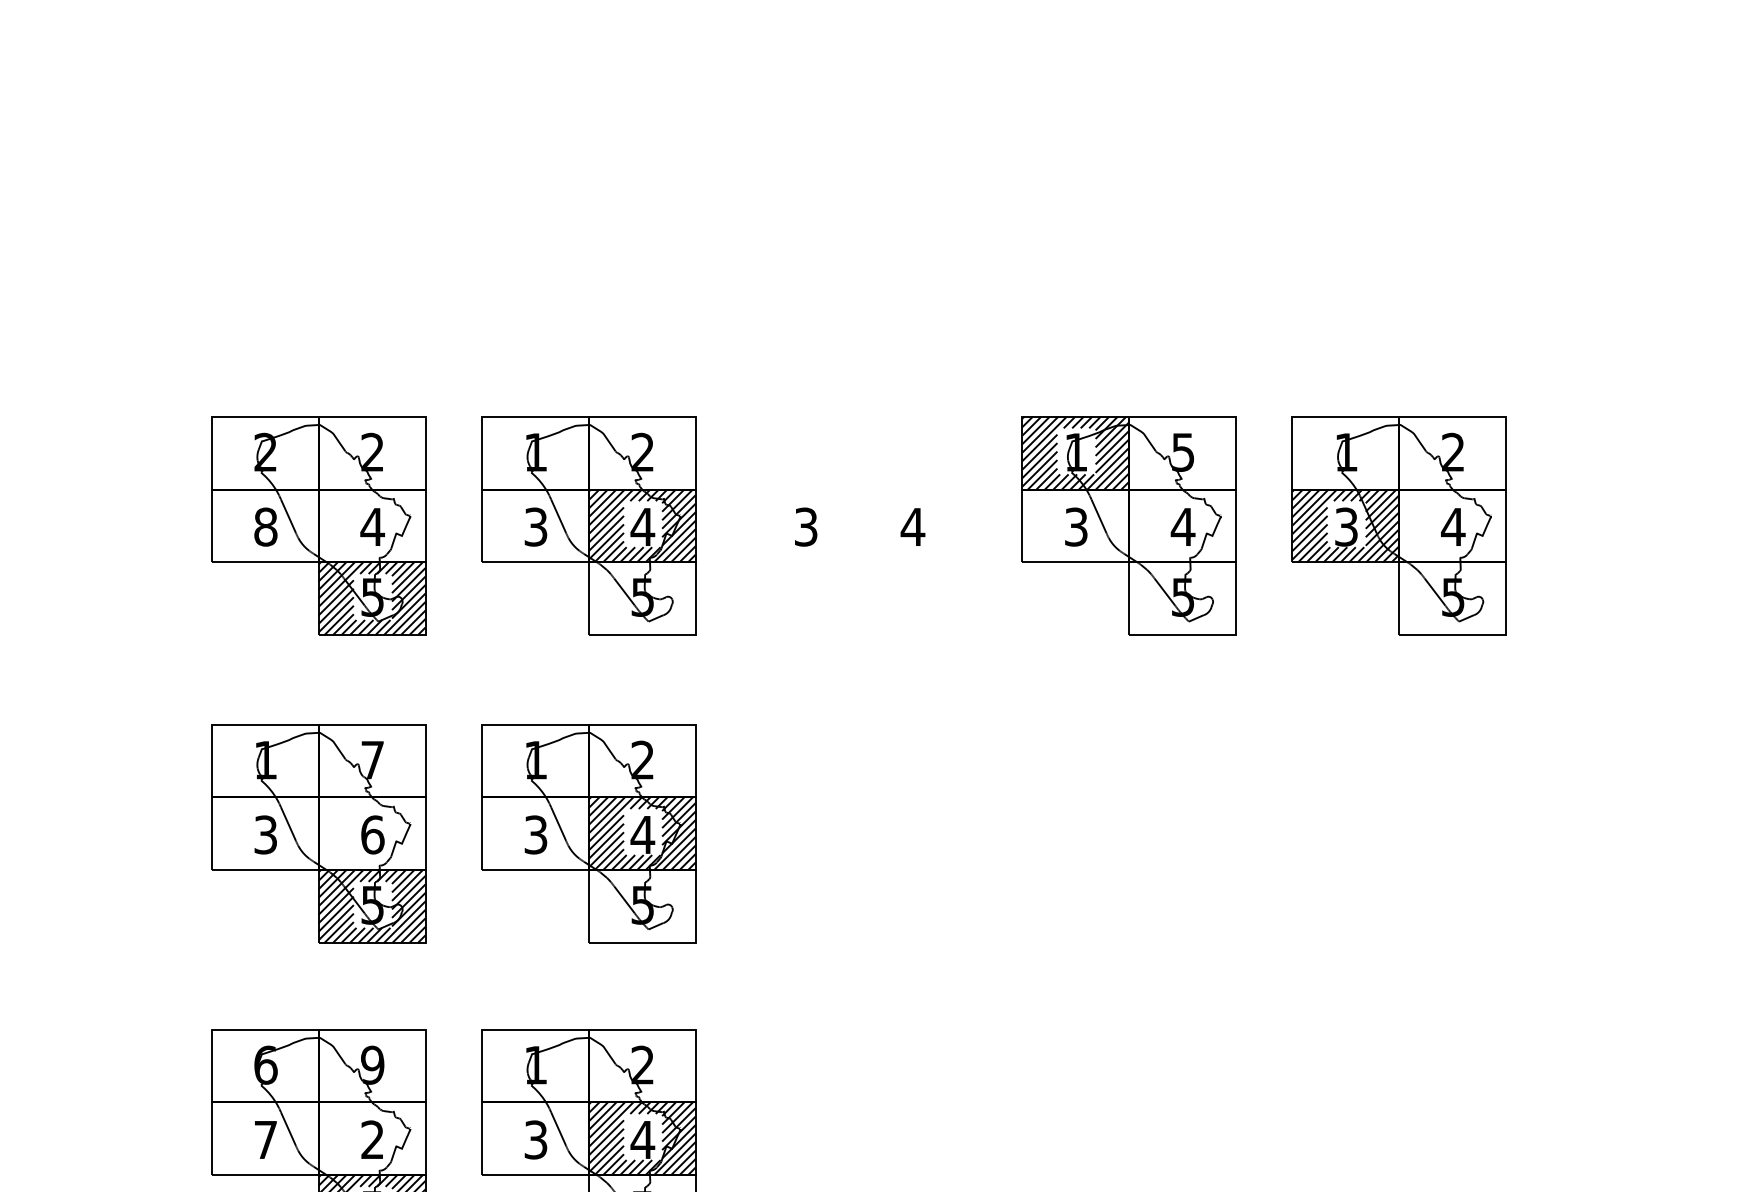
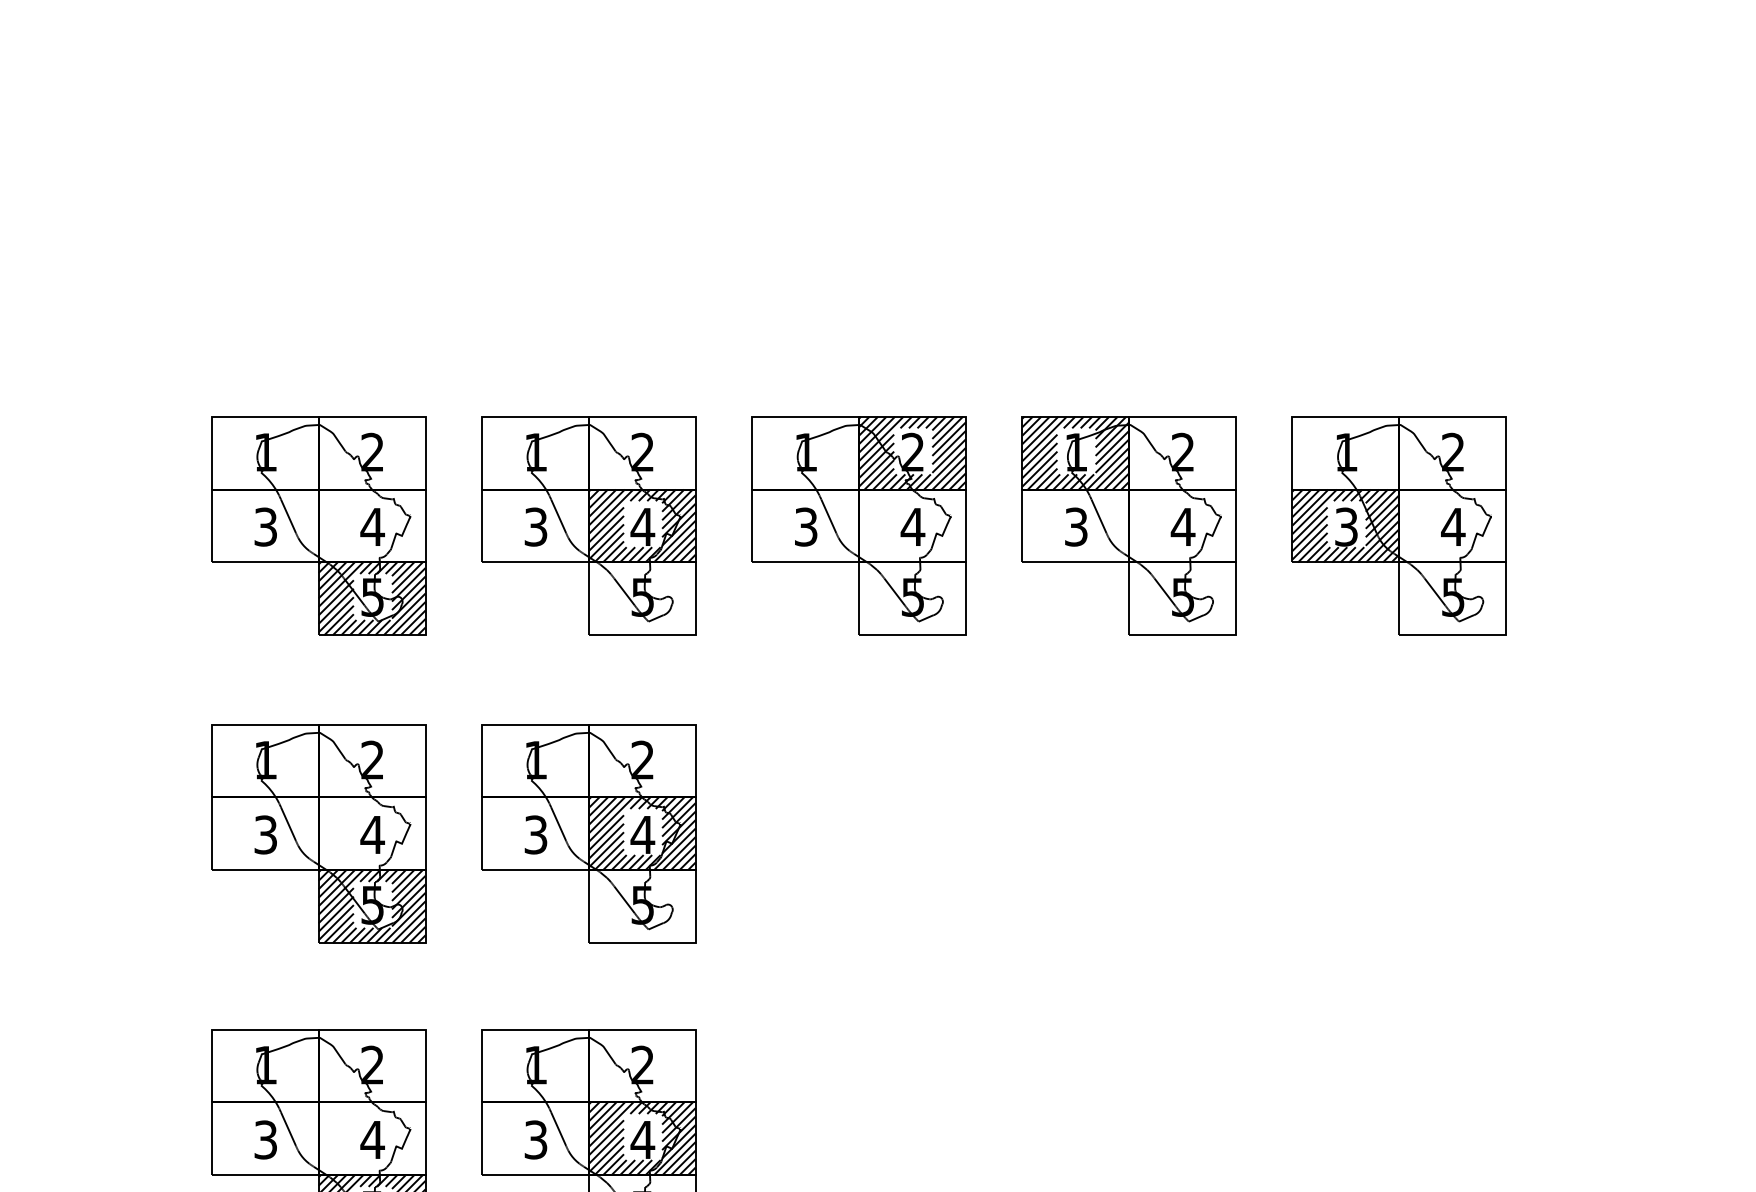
text at (265, 451): 2 -> 1
text at (1182, 451): 5 -> 2
part at (858, 525): none -> present
text at (265, 526): 8 -> 3
text at (372, 759): 7 -> 2
text at (372, 834): 6 -> 4
text at (265, 1064): 6 -> 1
text at (372, 1064): 9 -> 2
text at (265, 1139): 7 -> 3
text at (372, 1139): 2 -> 4
